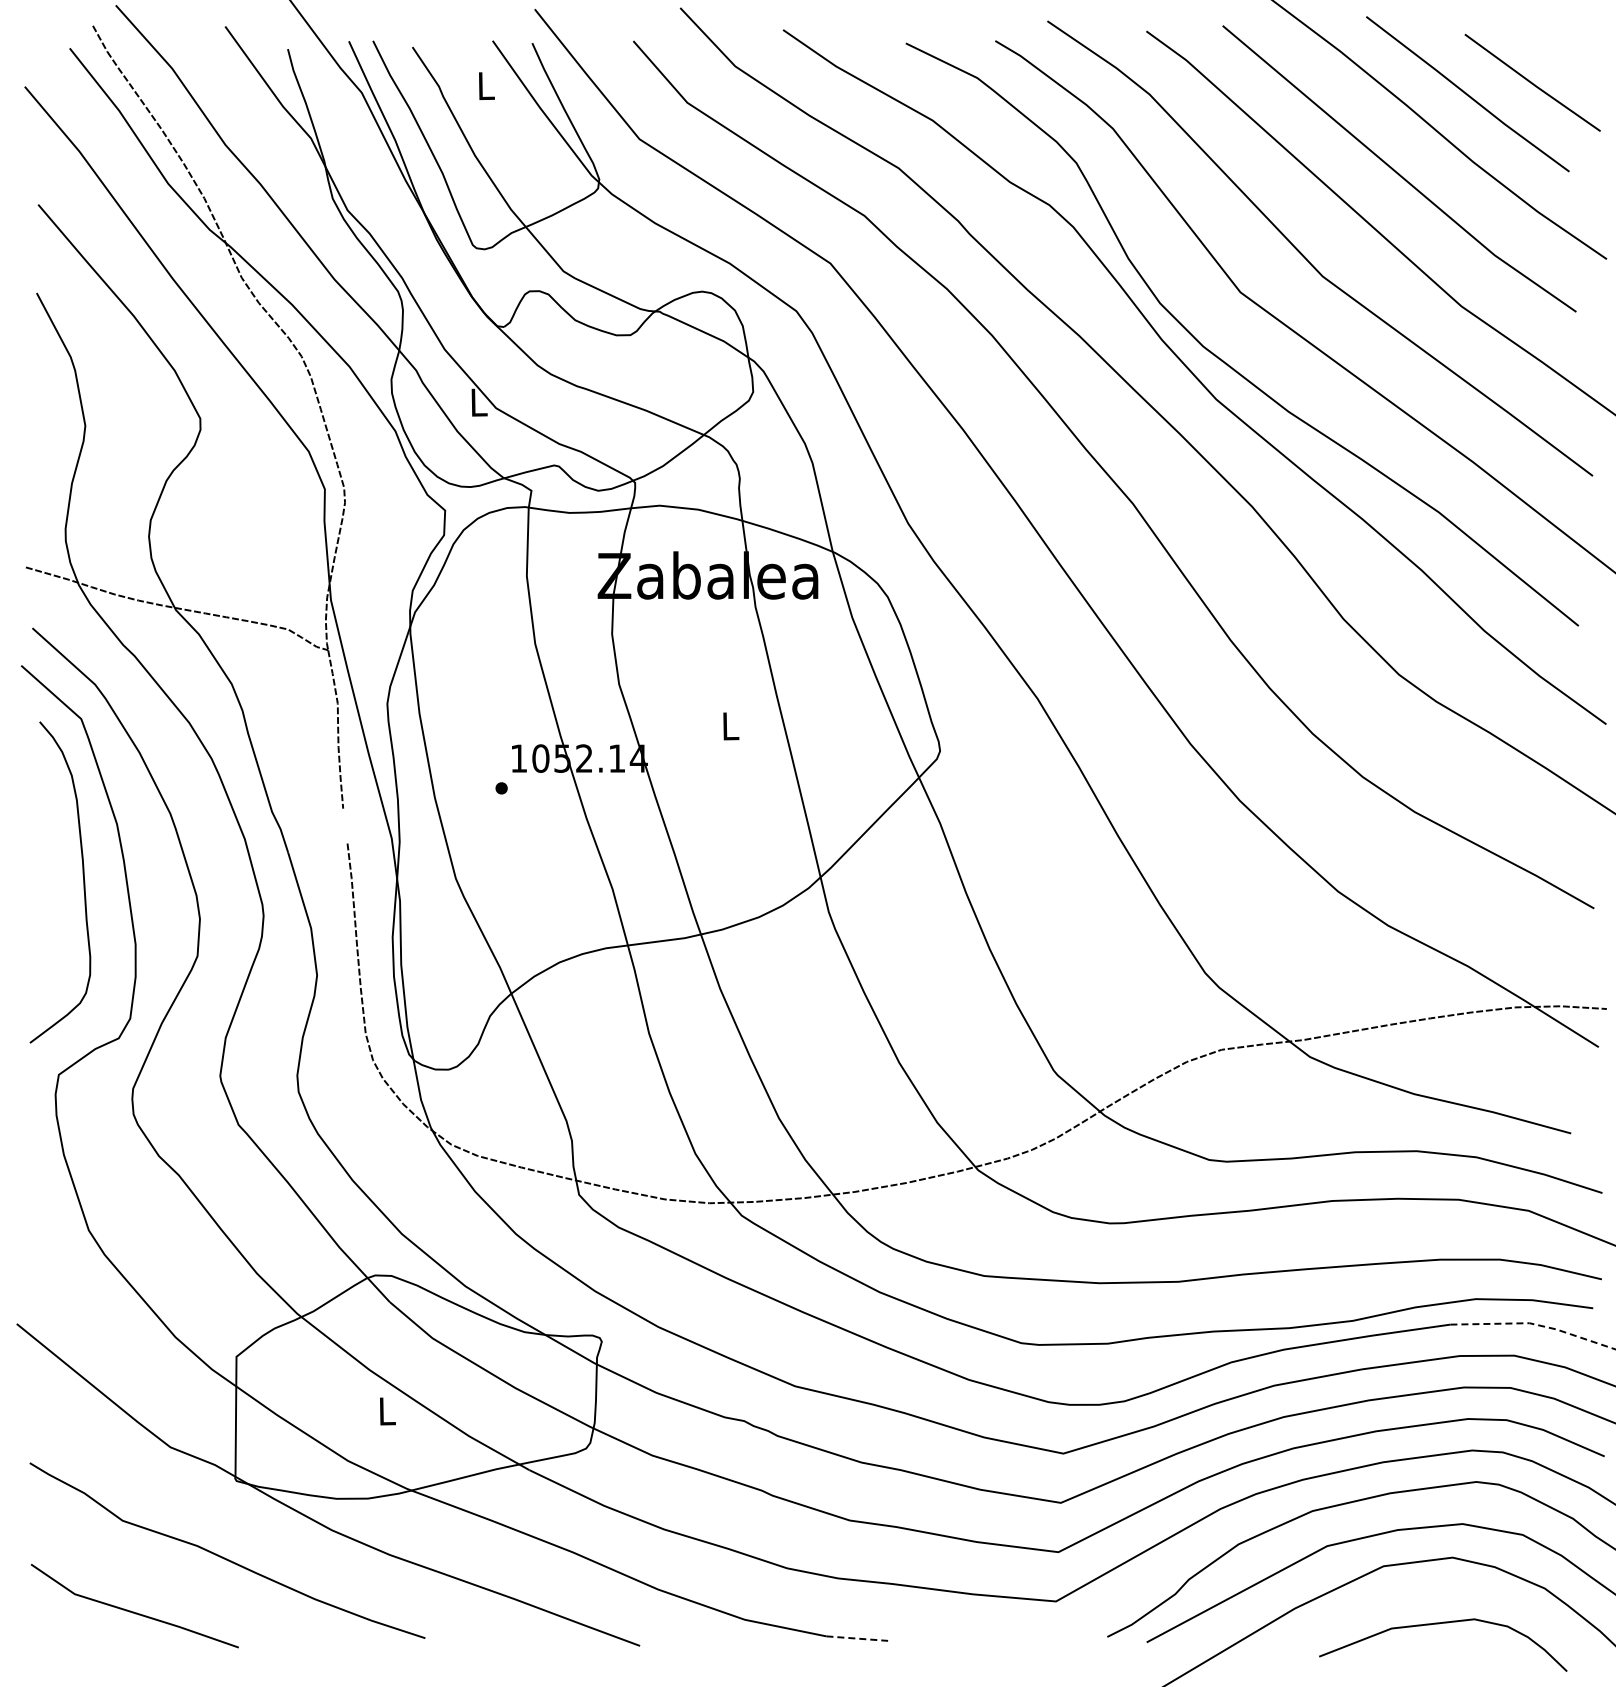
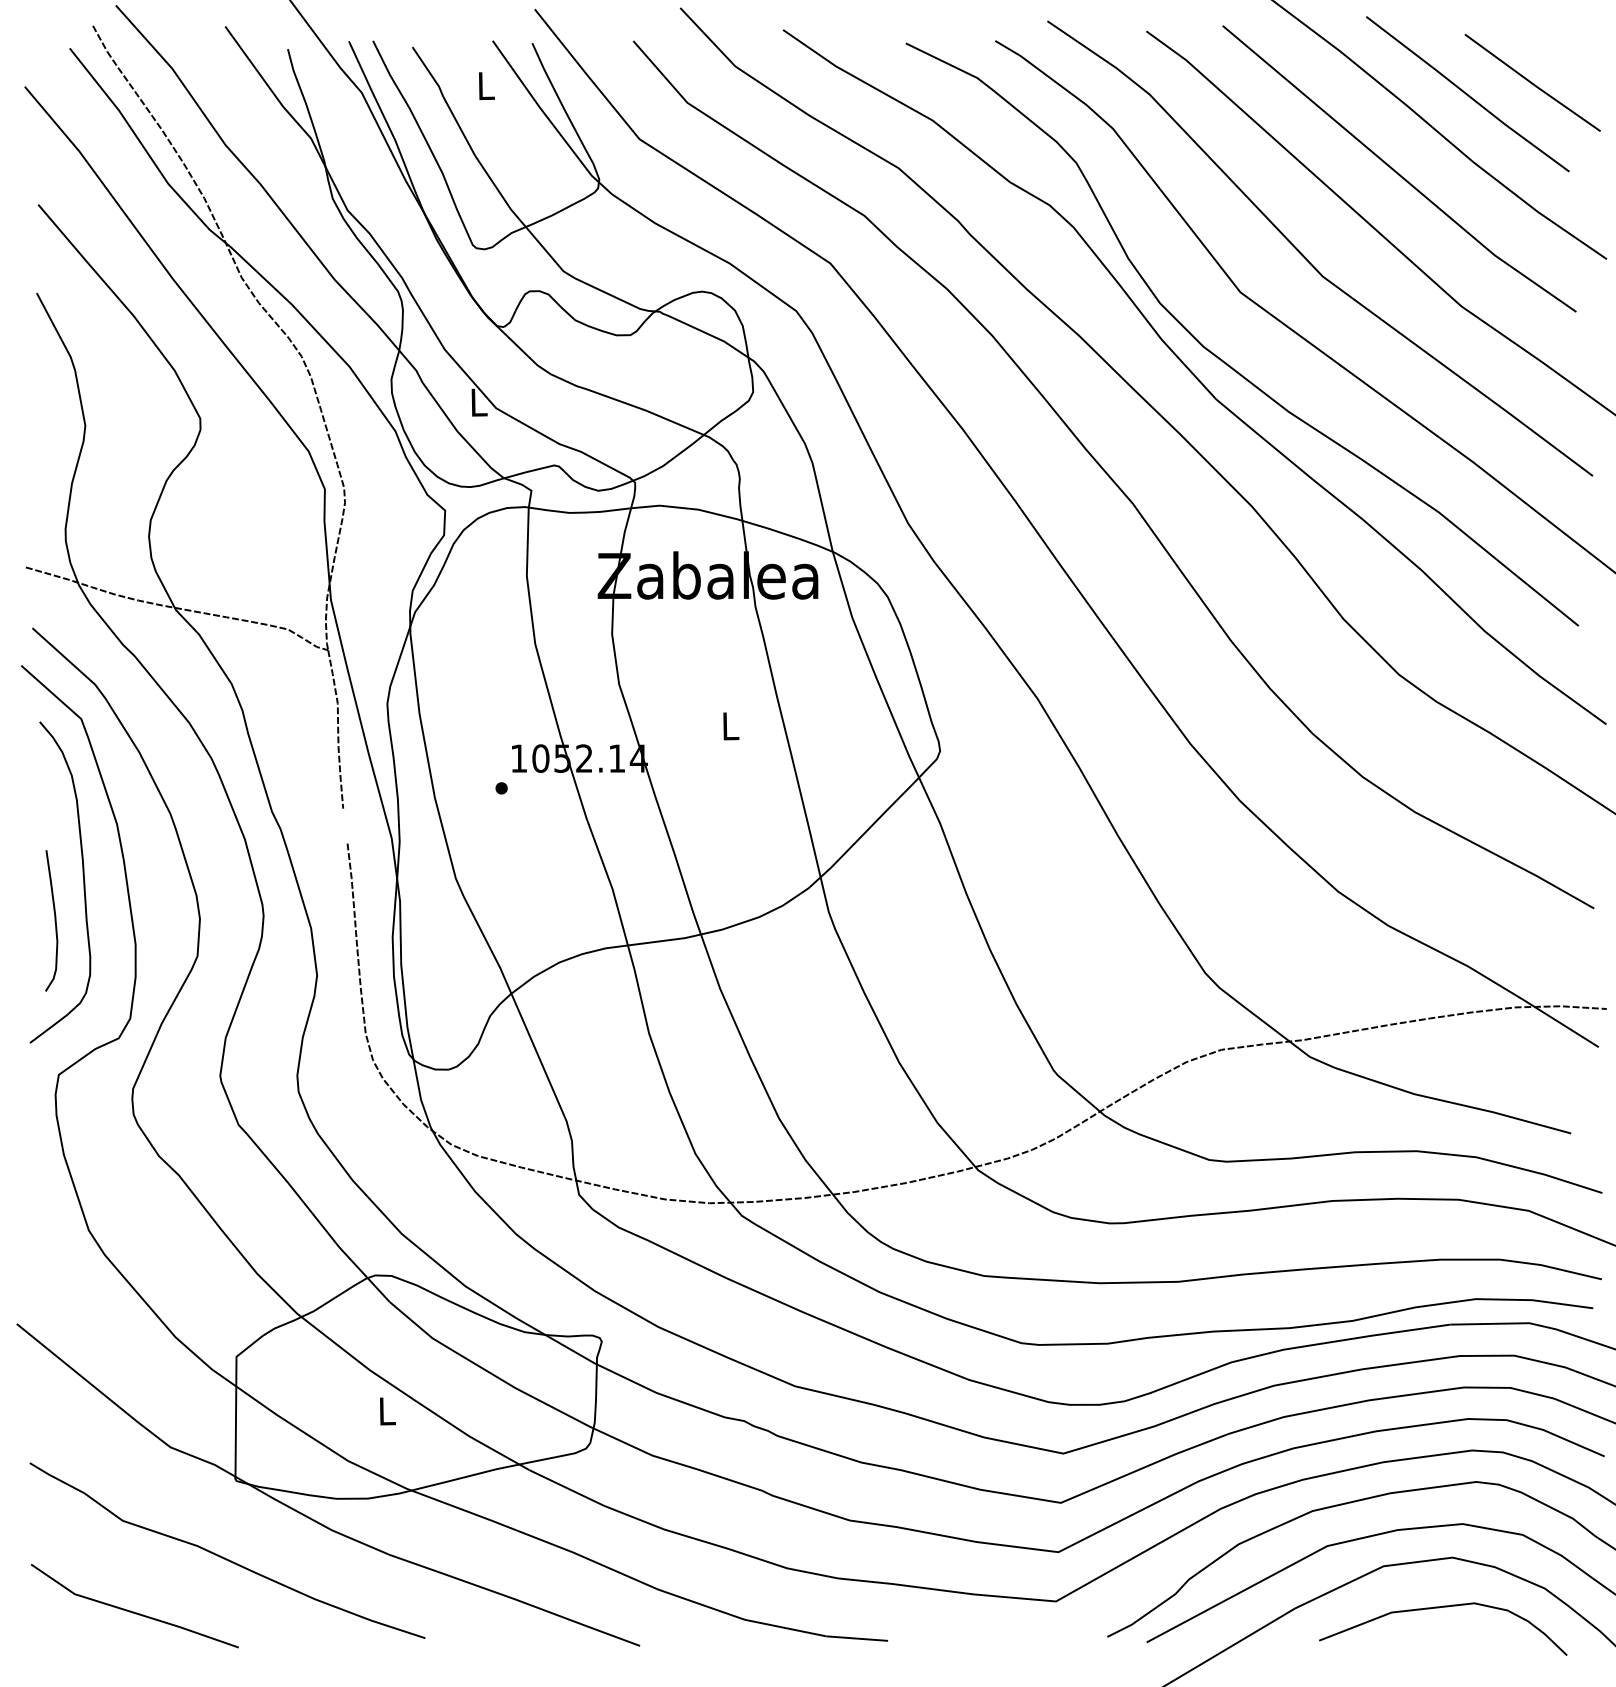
curve at (54, 920): none -> present
line at (1535, 1324): dashed -> solid
curve at (1439, 1624) position: (1439, 1624) -> (1439, 1608)
line at (857, 1638): dashed -> solid
